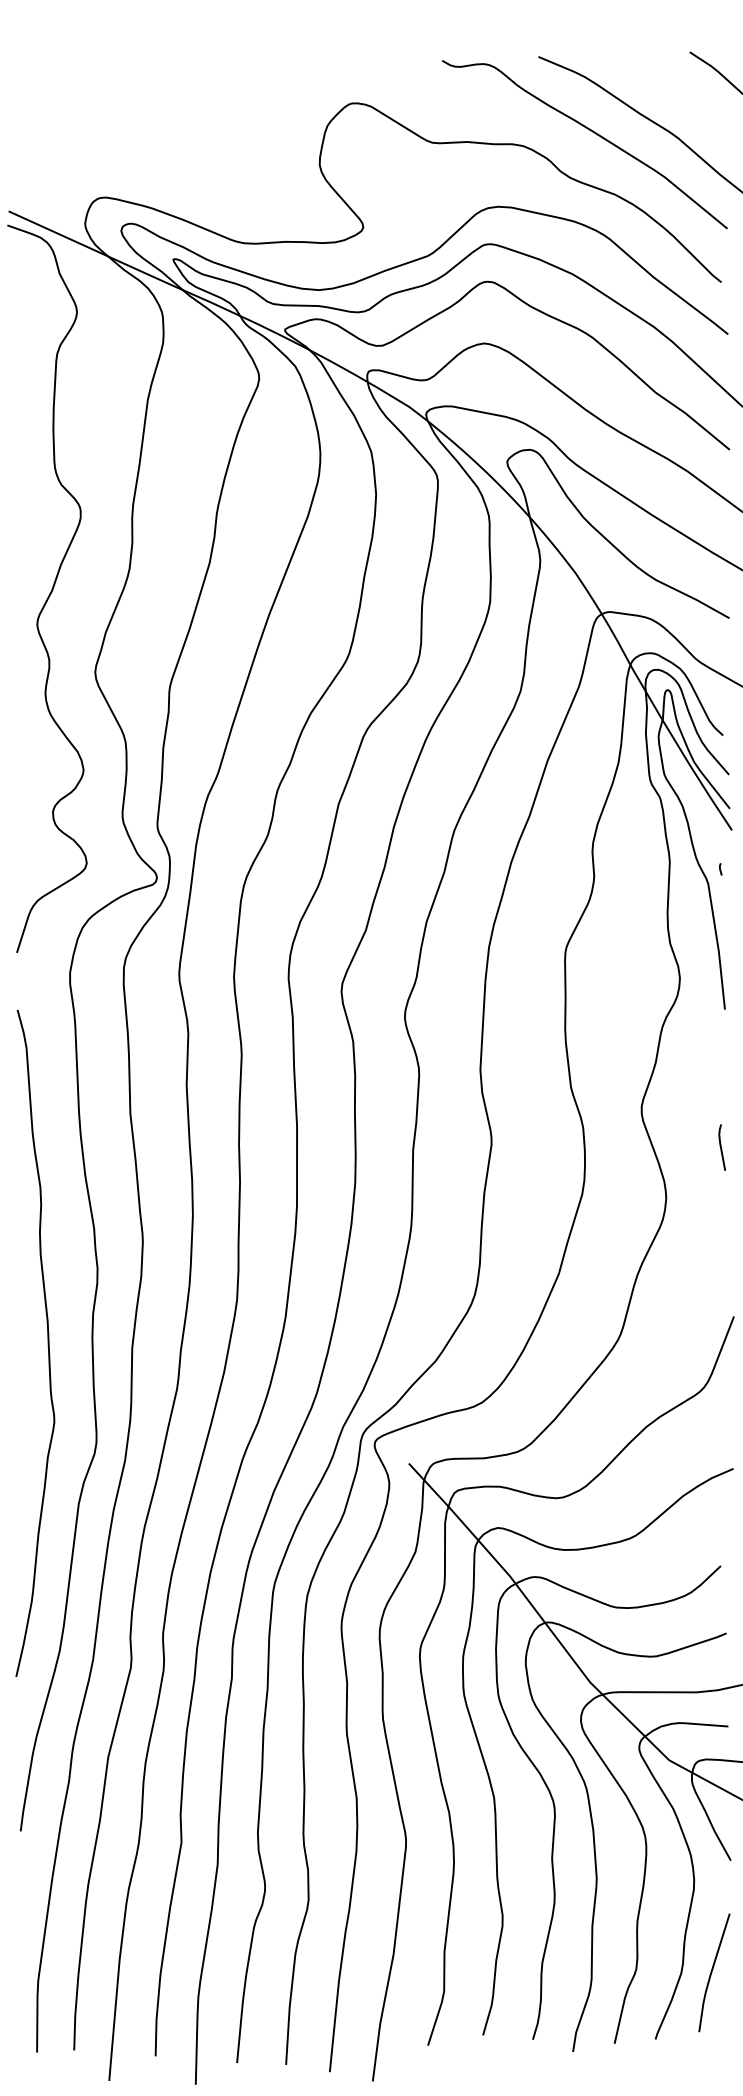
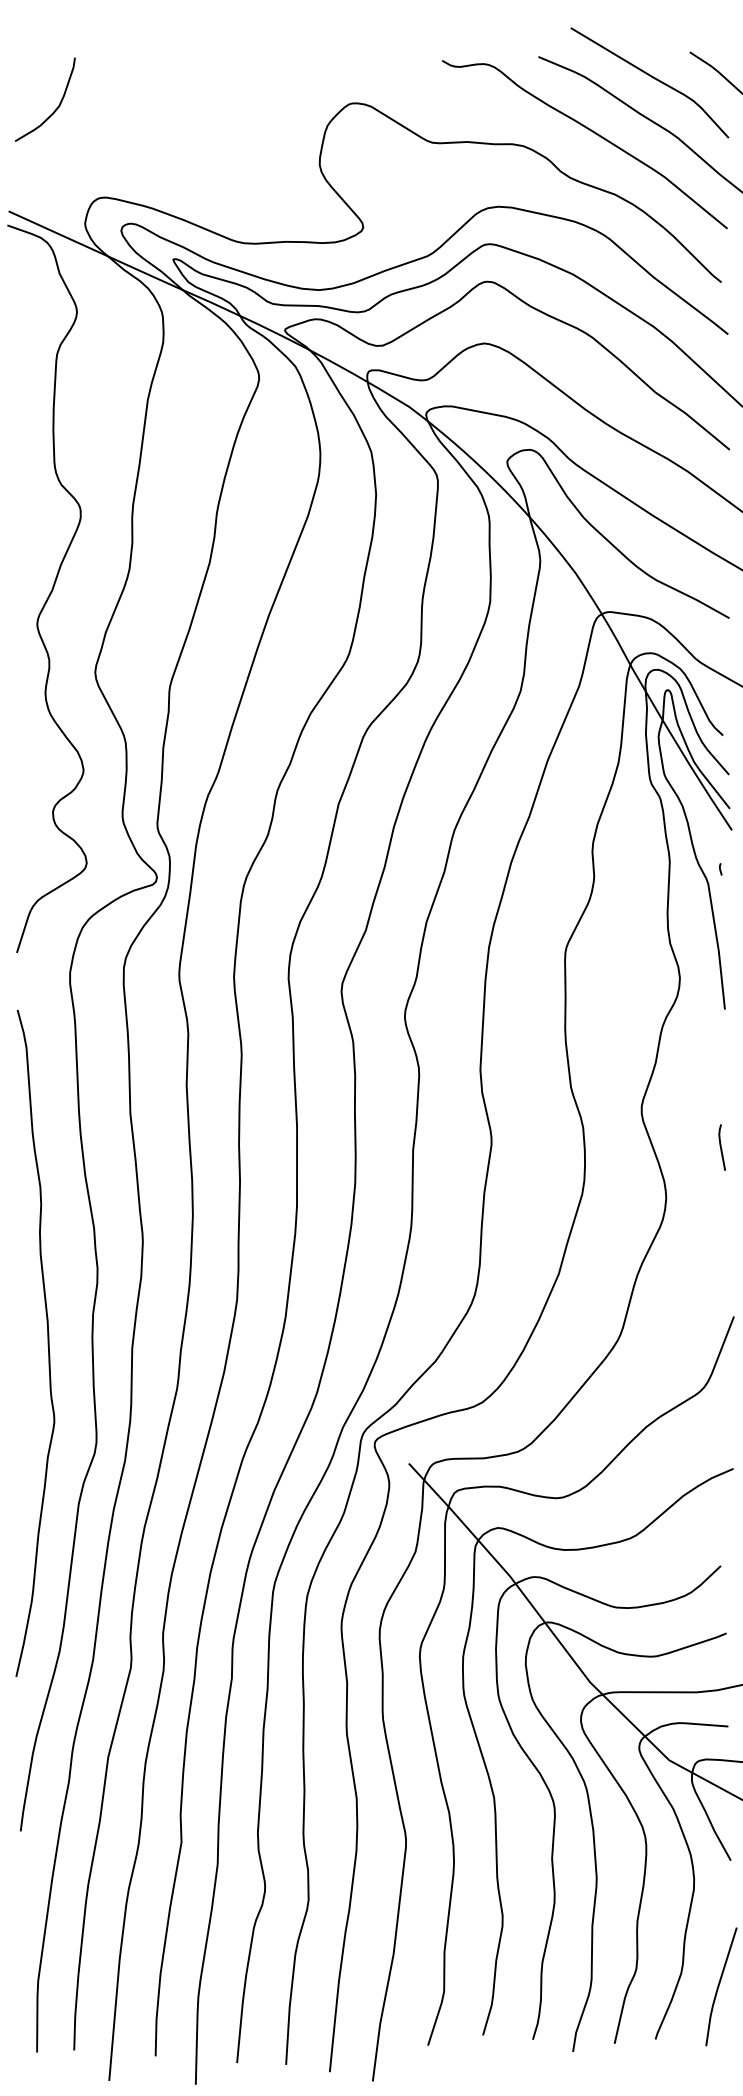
curve at (652, 78): none -> present
curve at (56, 107): none -> present
line at (712, 1972) position: (712, 1972) -> (719, 1986)
